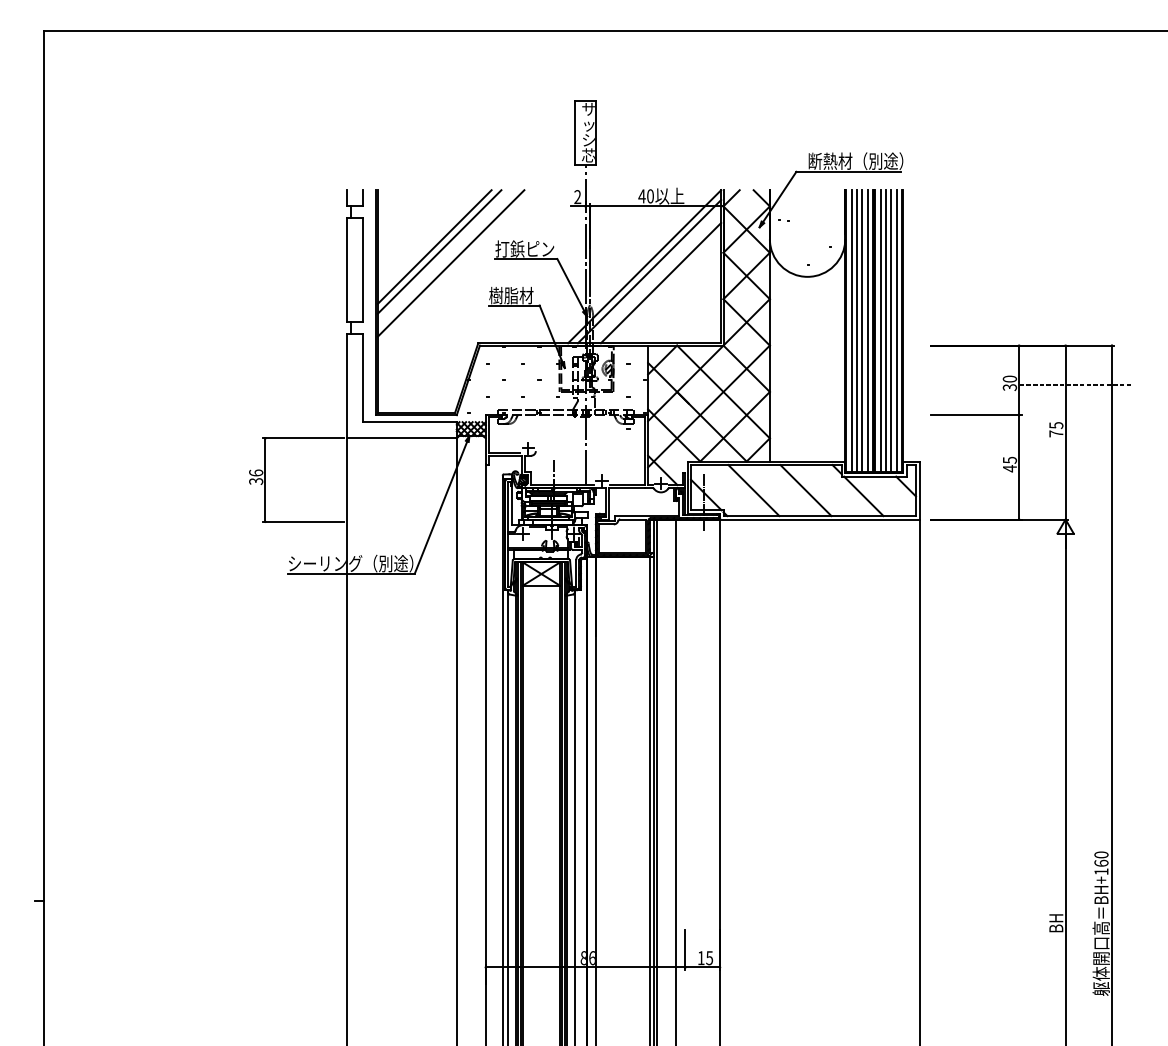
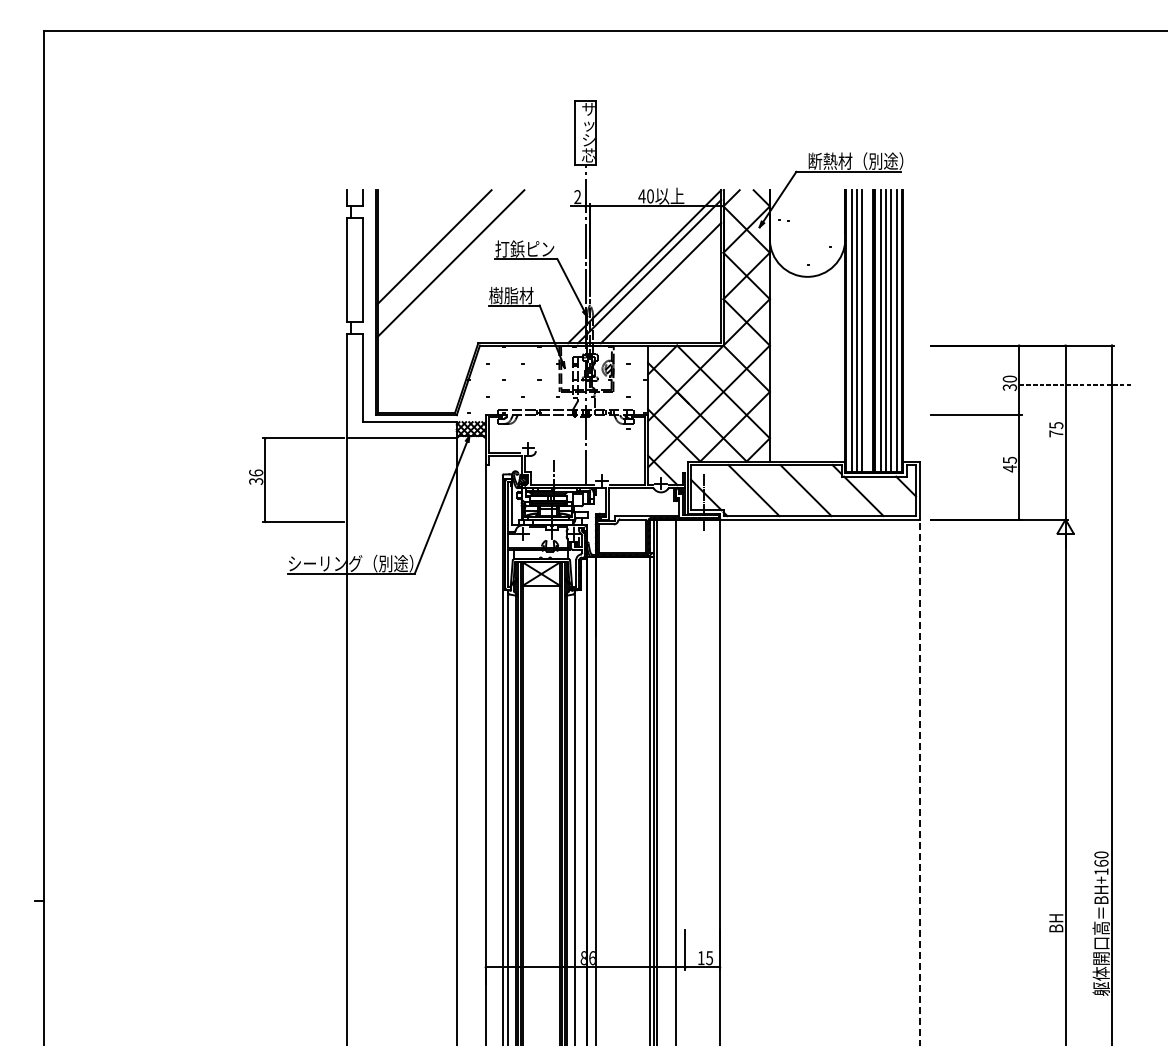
line at (439, 251): present -> none
line at (867, 330): present -> none
line at (919, 782): solid -> dashed
